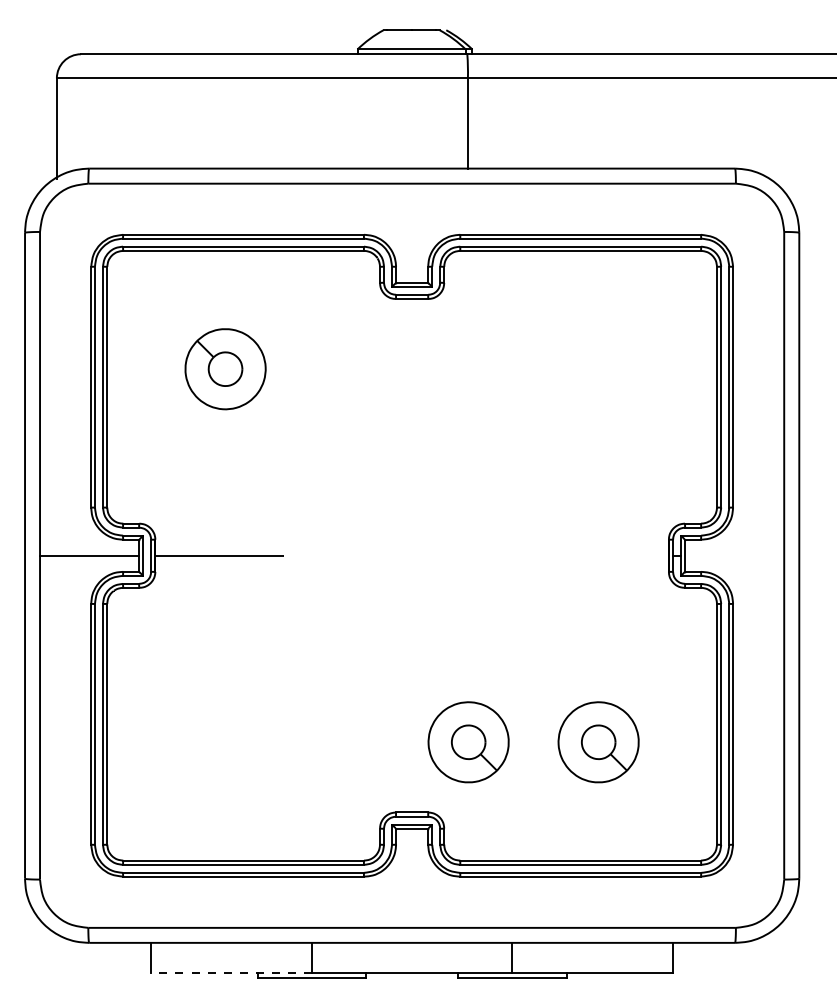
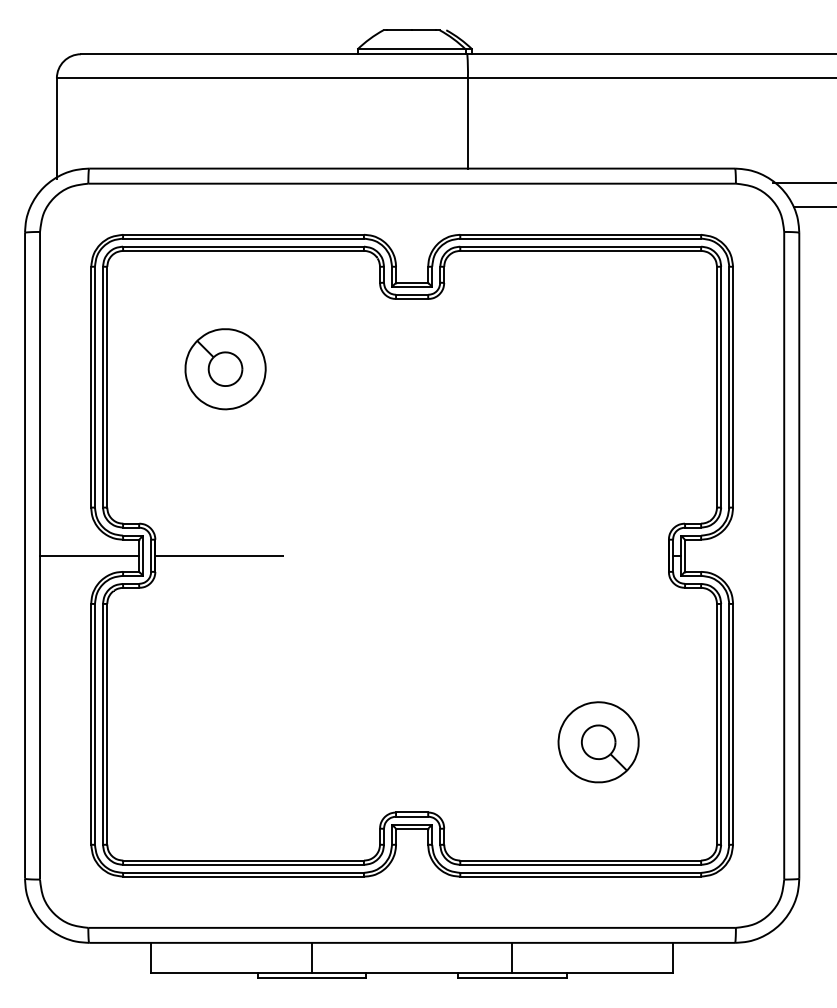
line at (803, 182): none -> present
line at (813, 206): none -> present
part at (468, 742): present -> none
line at (231, 972): dashed -> solid
